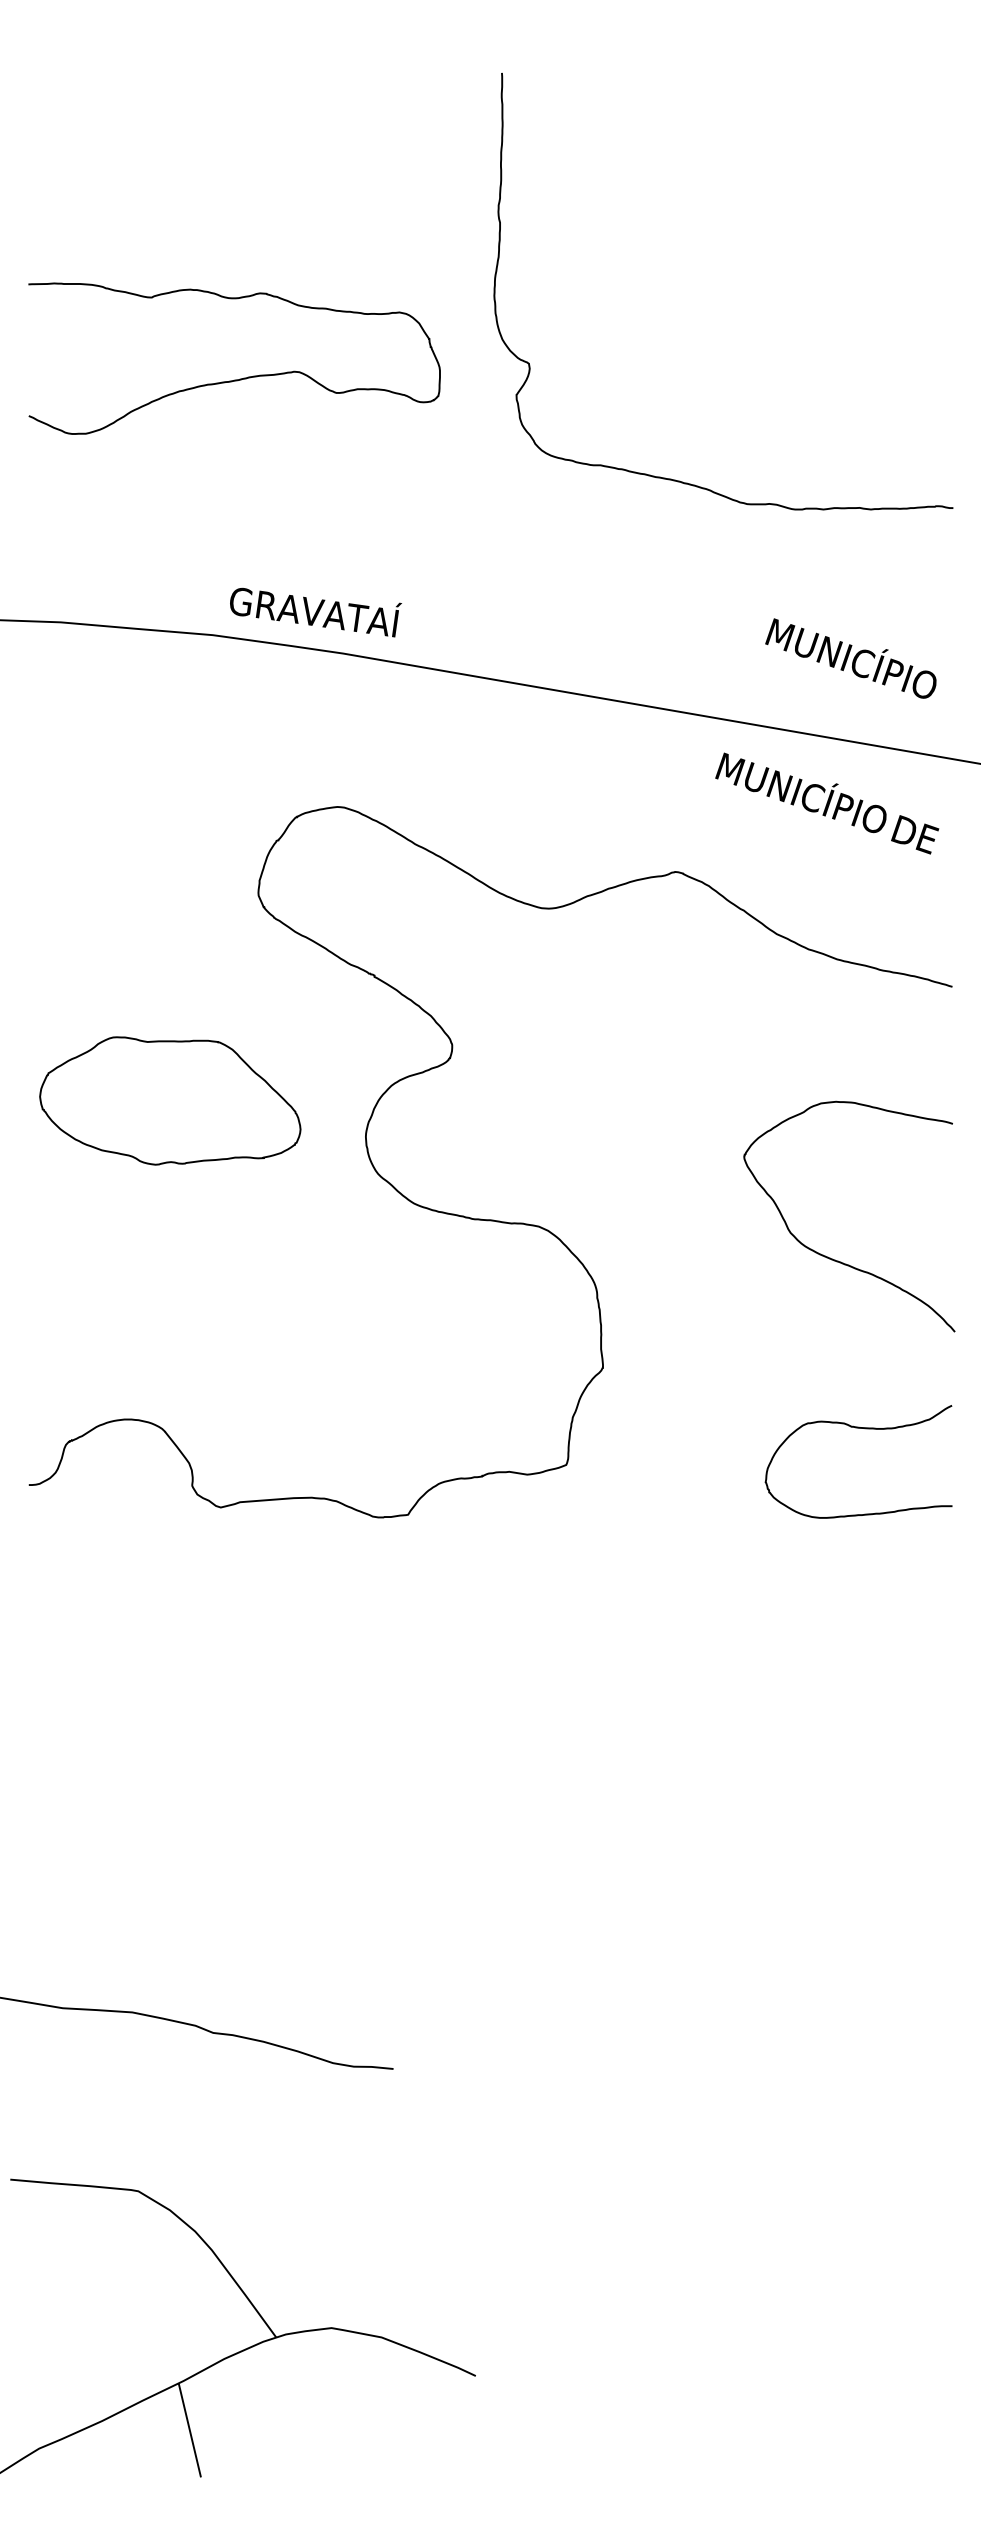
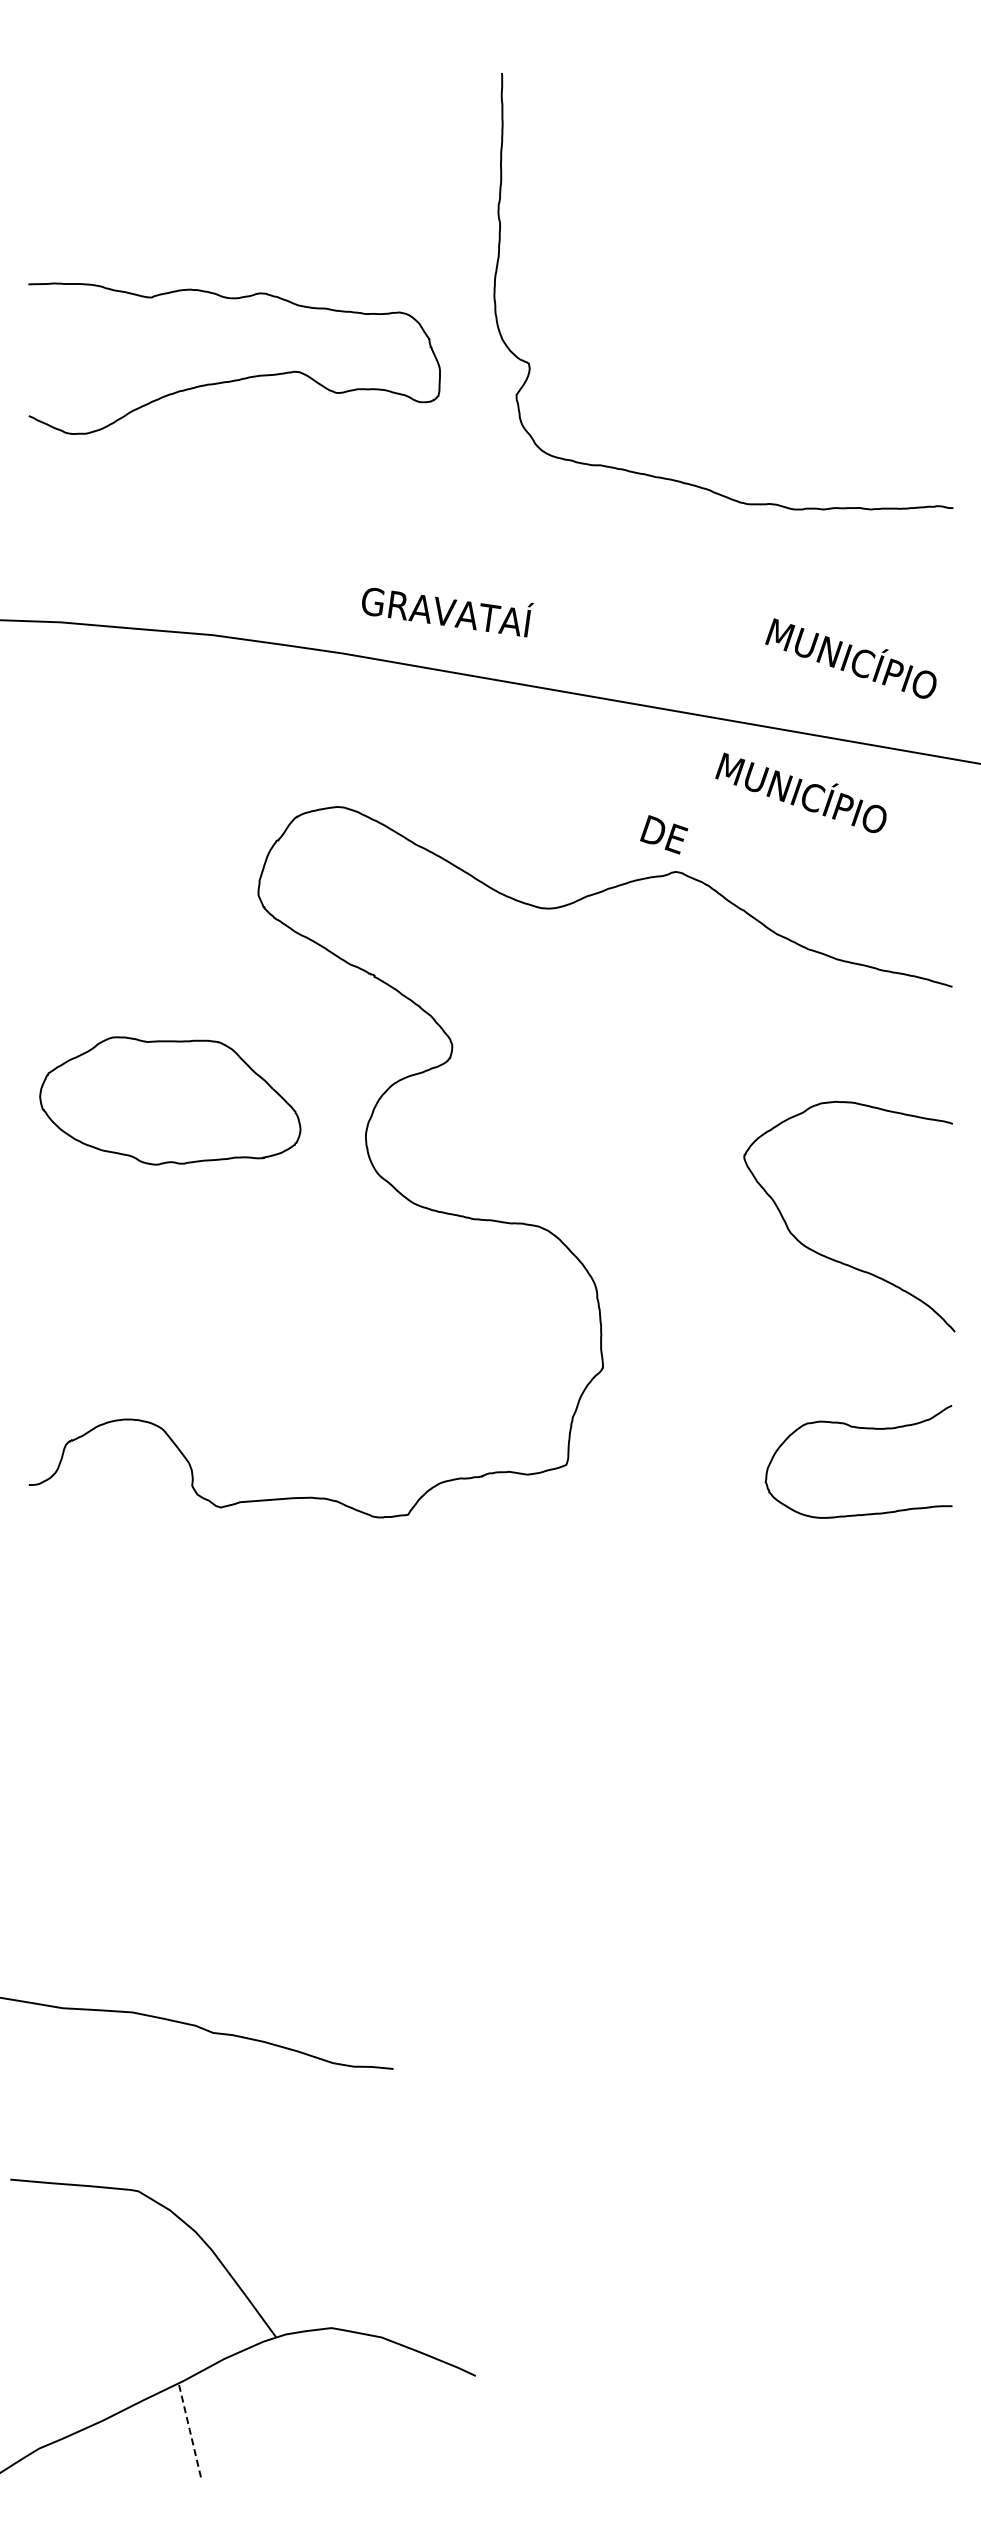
text at (315, 612) position: (315, 612) -> (447, 612)
text at (915, 834) position: (915, 834) -> (664, 834)
line at (189, 2429): solid -> dashed
